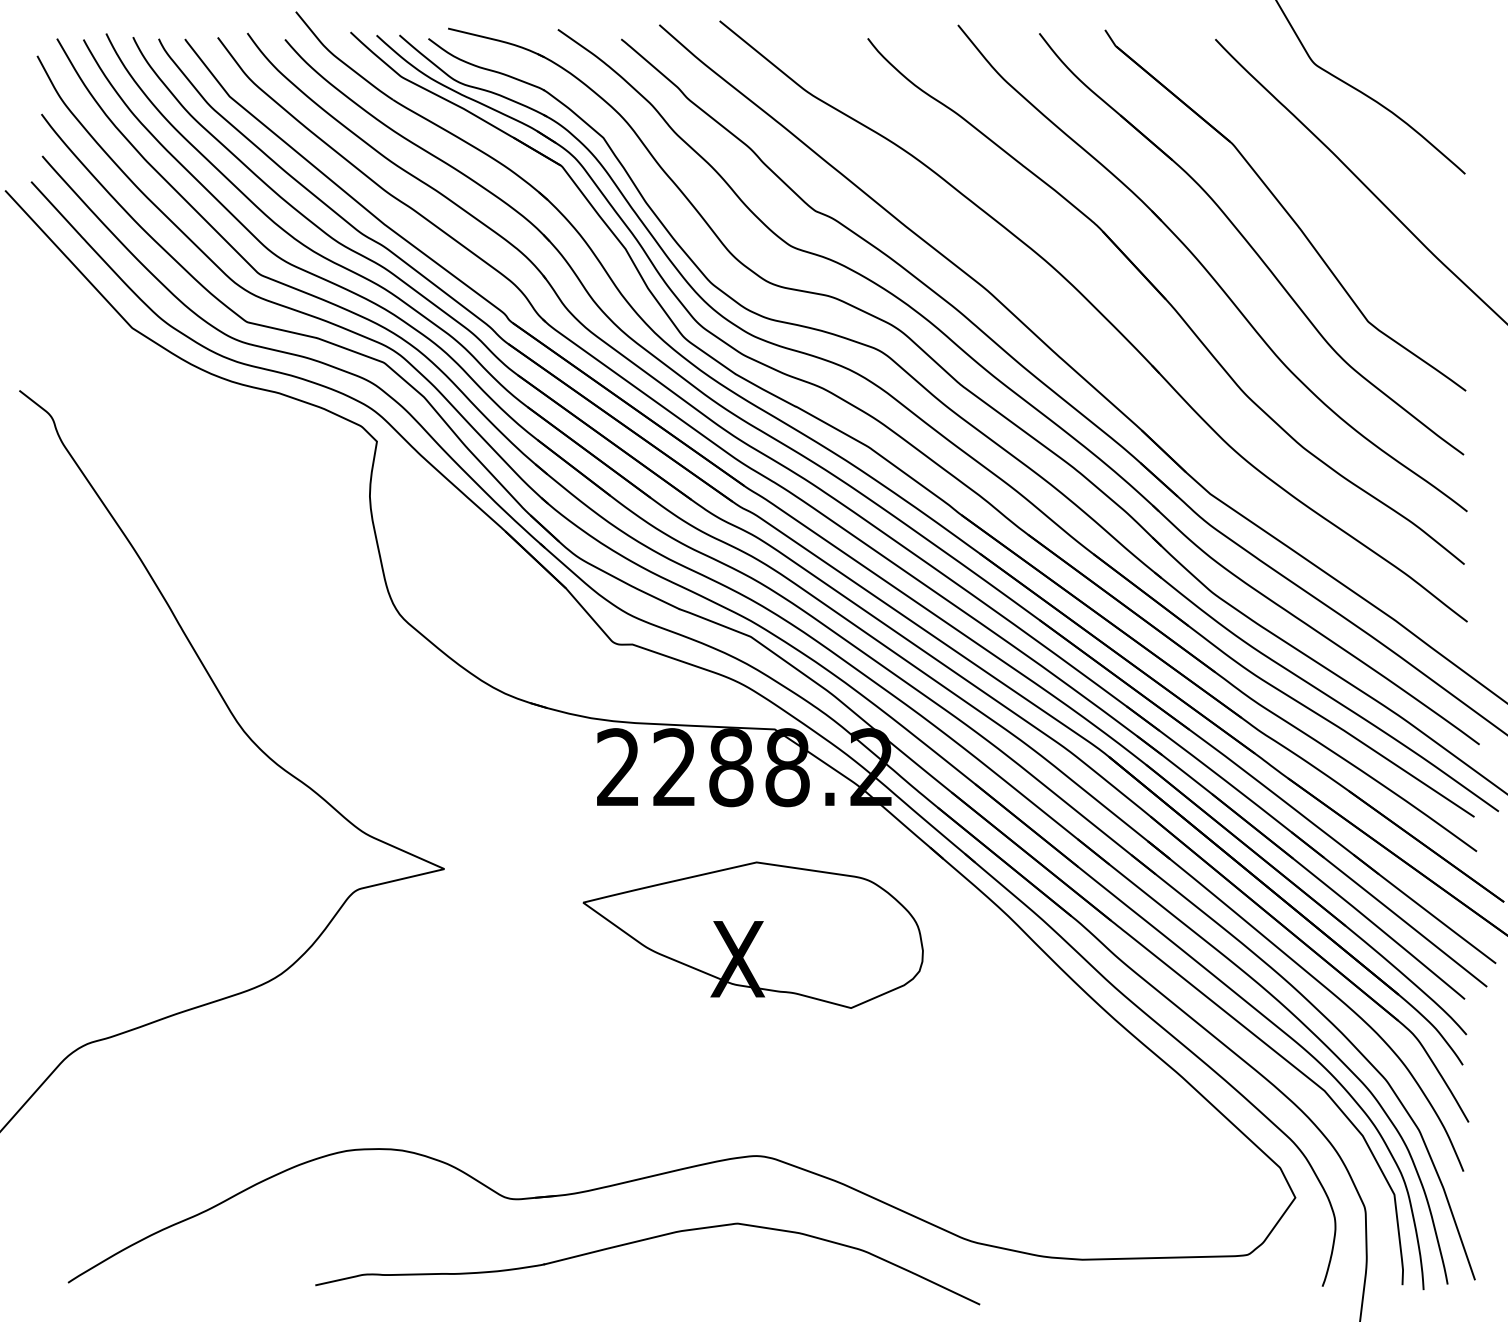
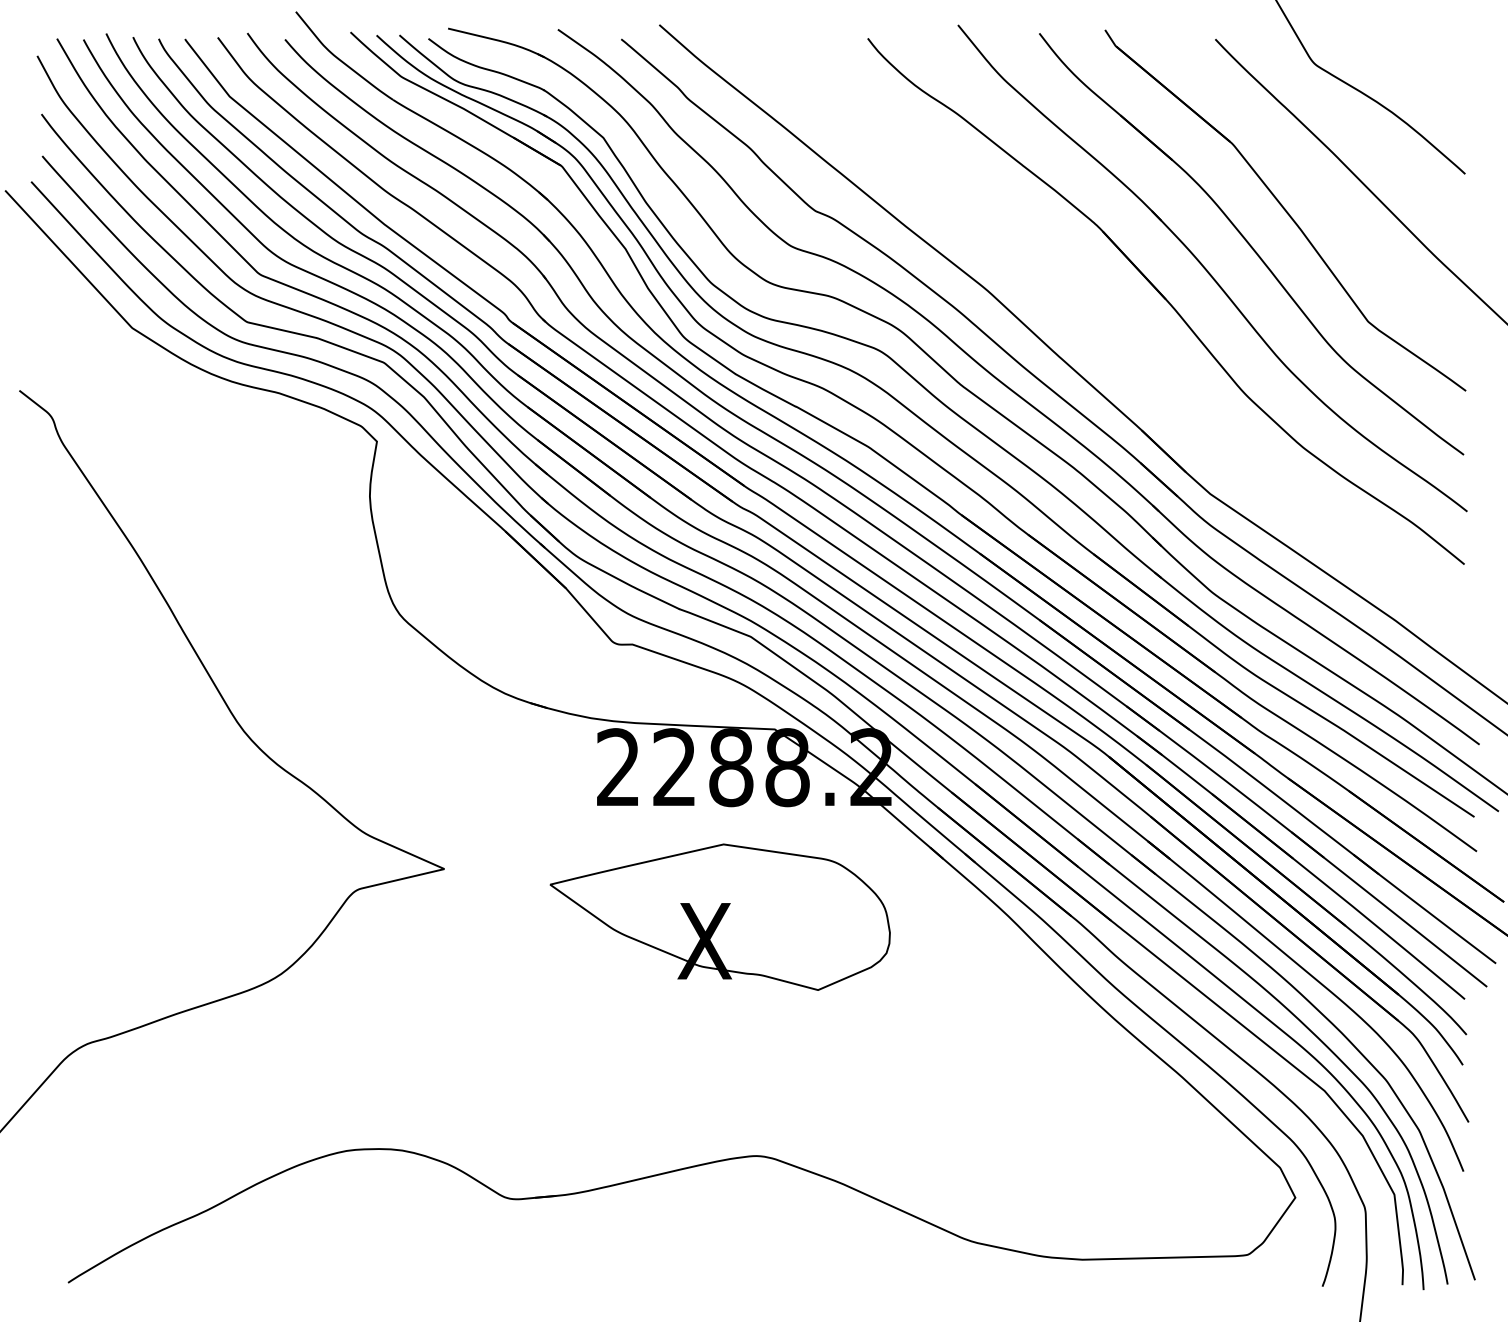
part at (1100, 314): present -> none
part at (752, 934) position: (752, 934) -> (719, 916)
part at (642, 1241): present -> none
